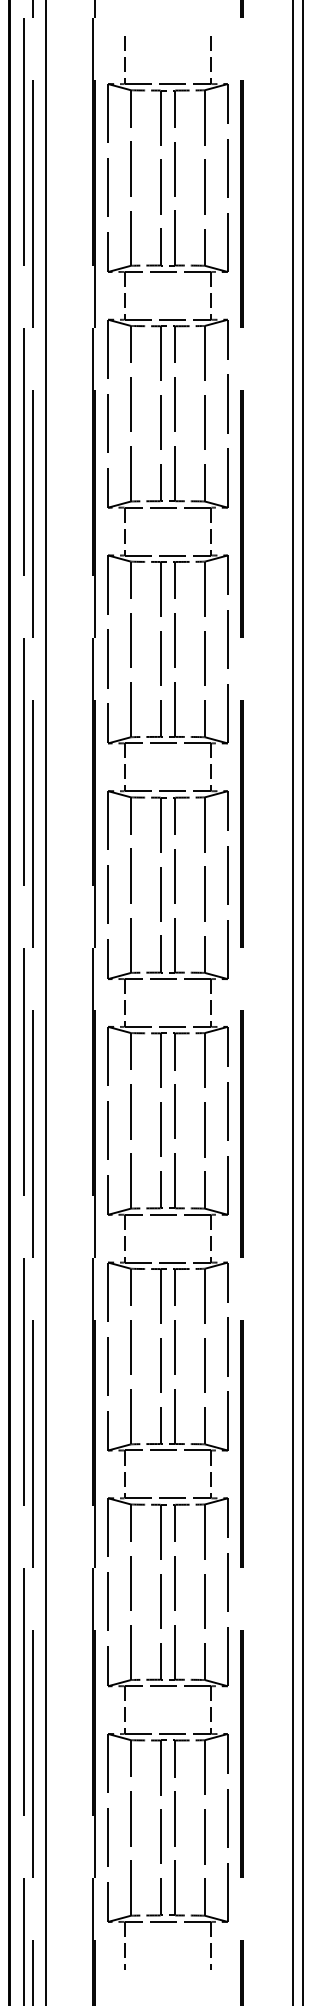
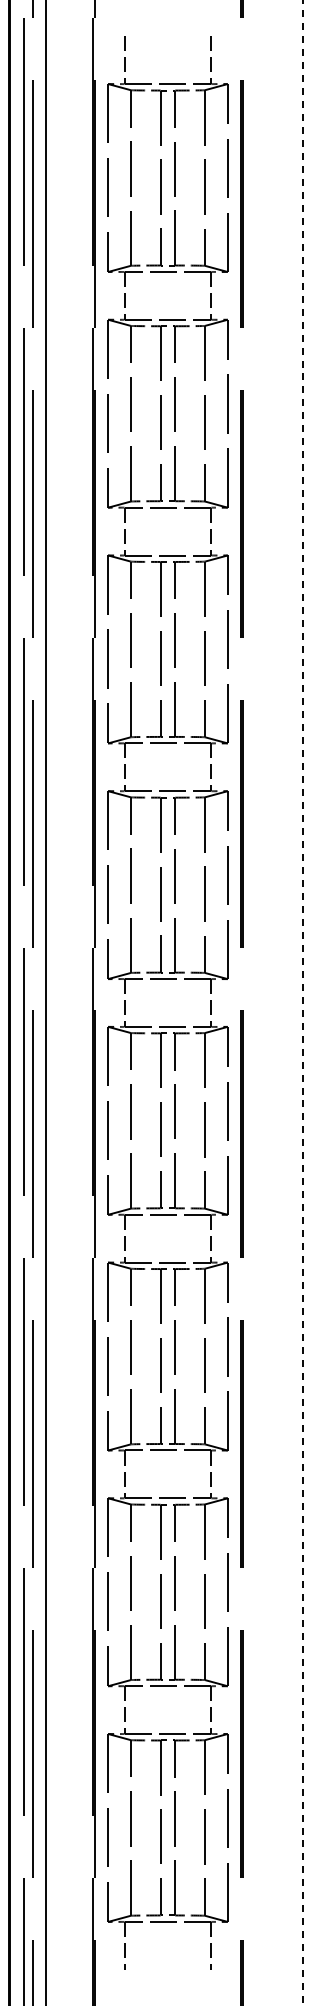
line at (293, 1002): present -> none
line at (302, 1002): solid -> dashed
